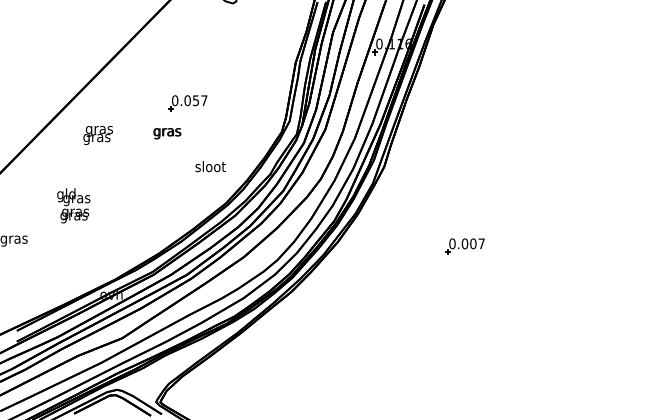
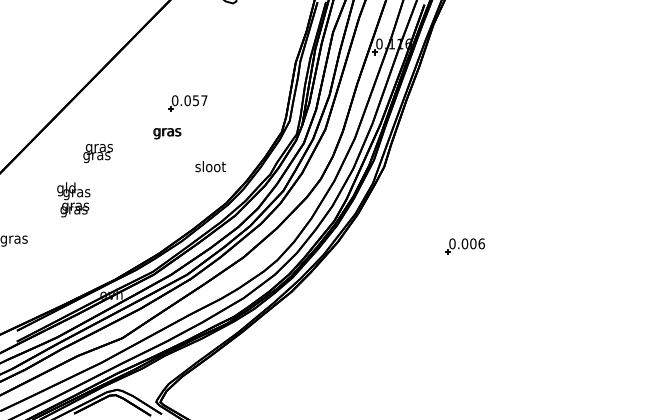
text at (97, 135) position: (97, 135) -> (97, 153)
text at (73, 205) position: (73, 205) -> (73, 199)
text at (481, 243): 0.007 -> 0.006
